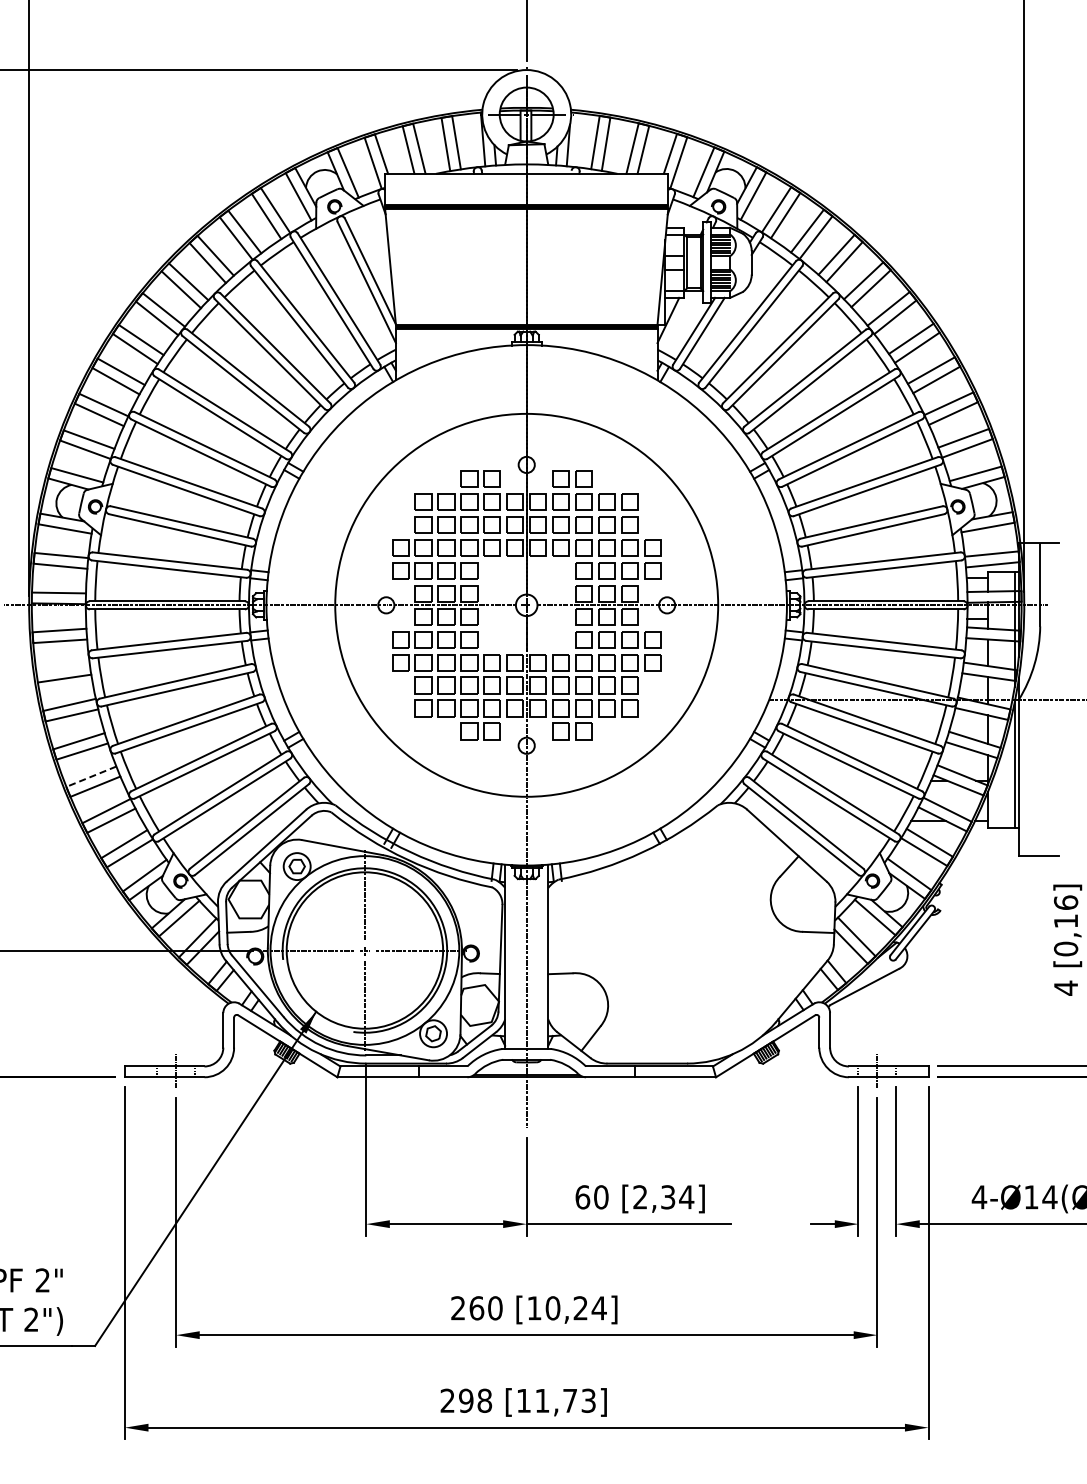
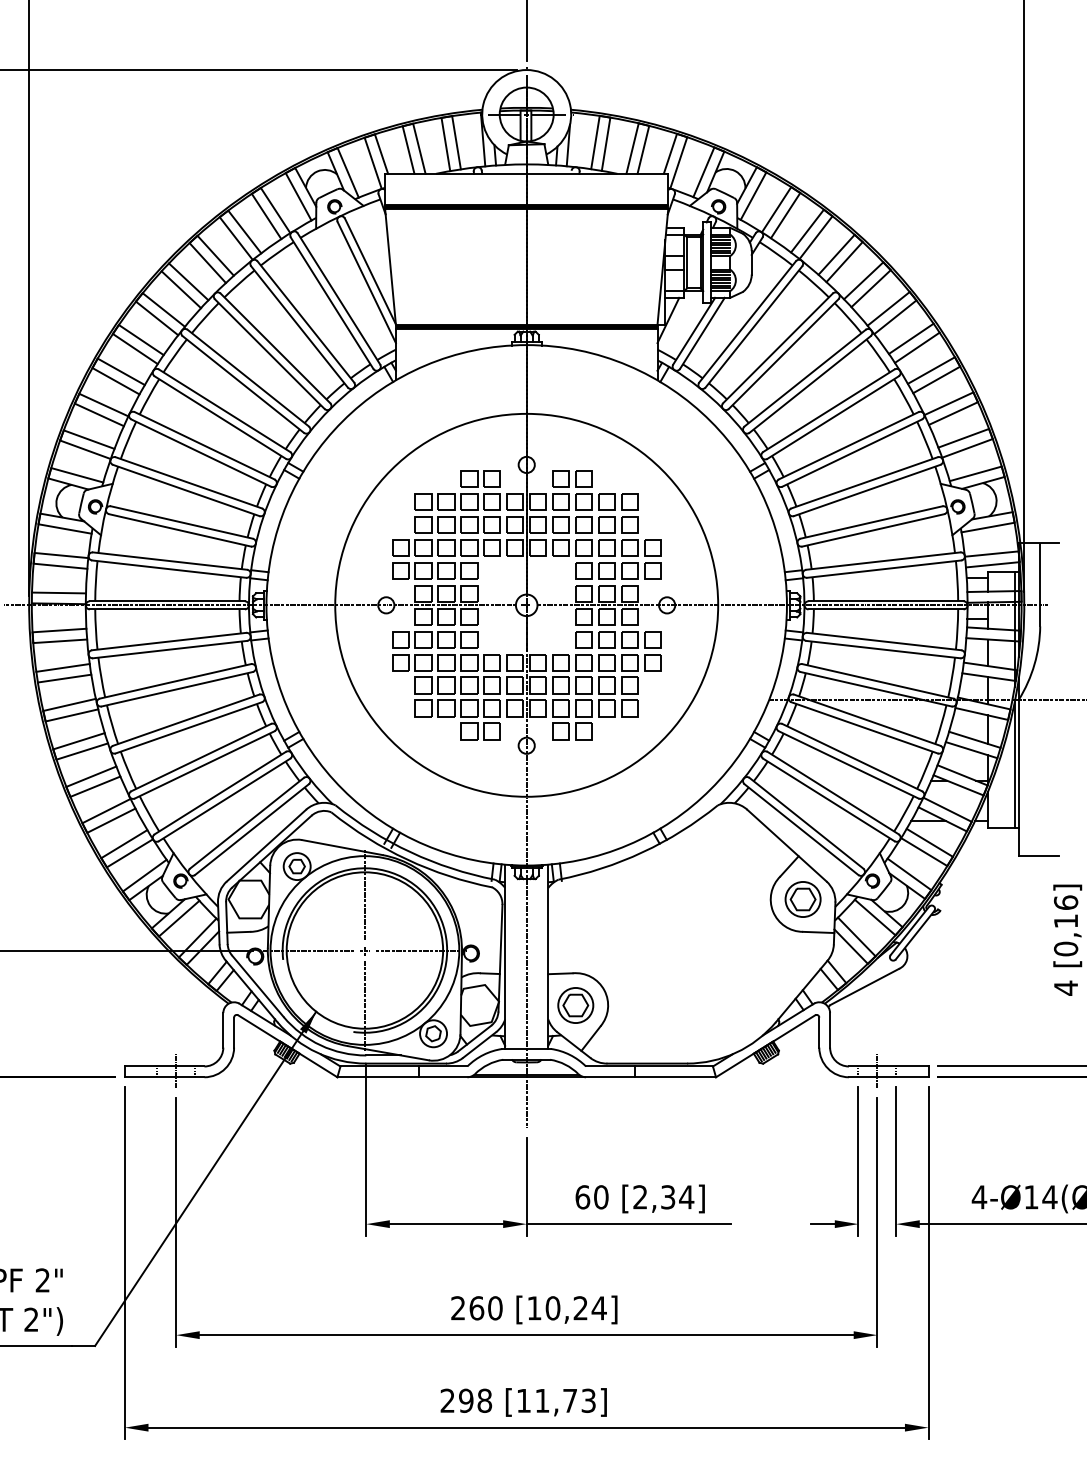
line at (62, 667): none -> present
line at (91, 776): dashed -> solid
part at (802, 899): none -> present
part at (575, 1005): none -> present
